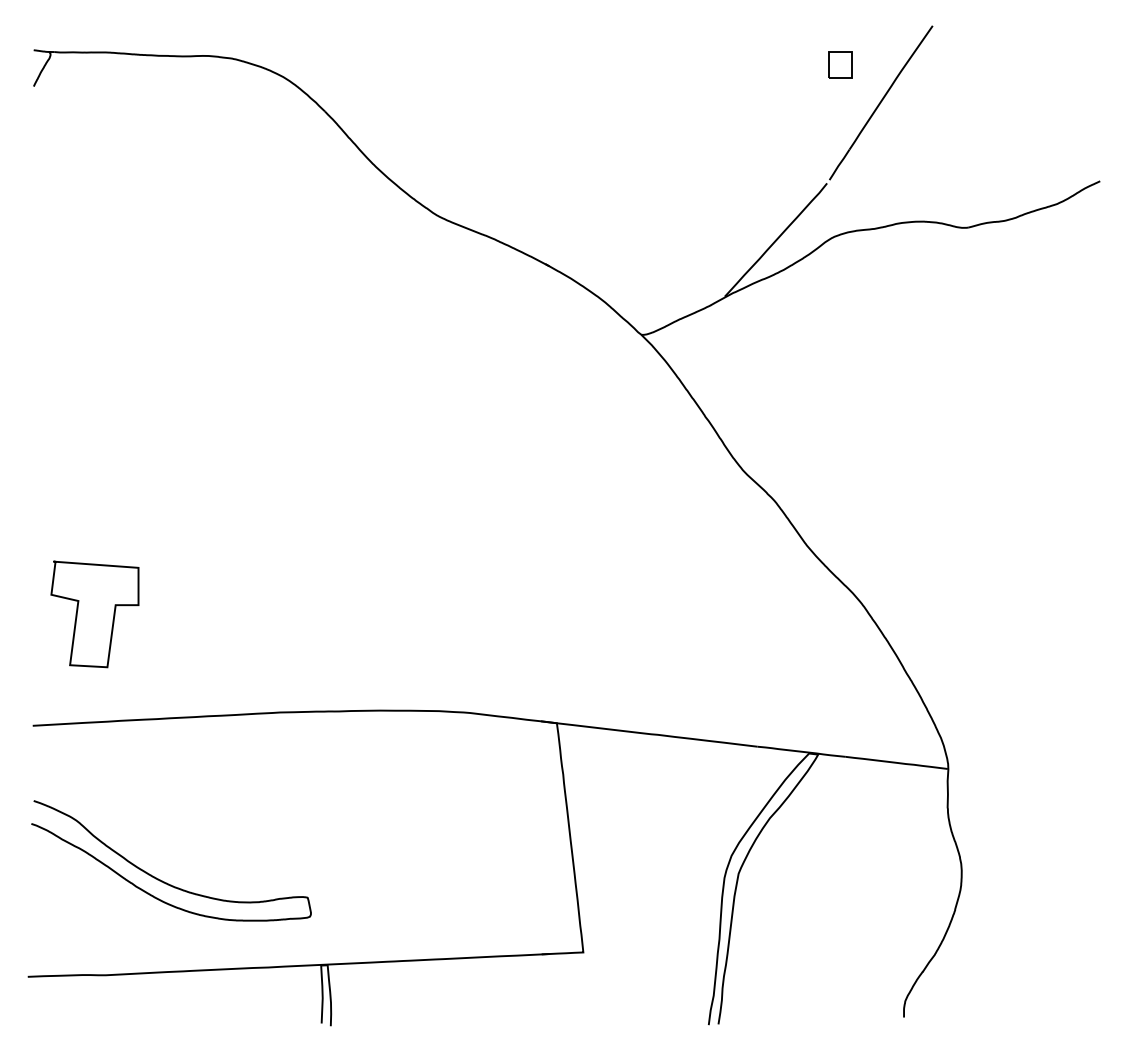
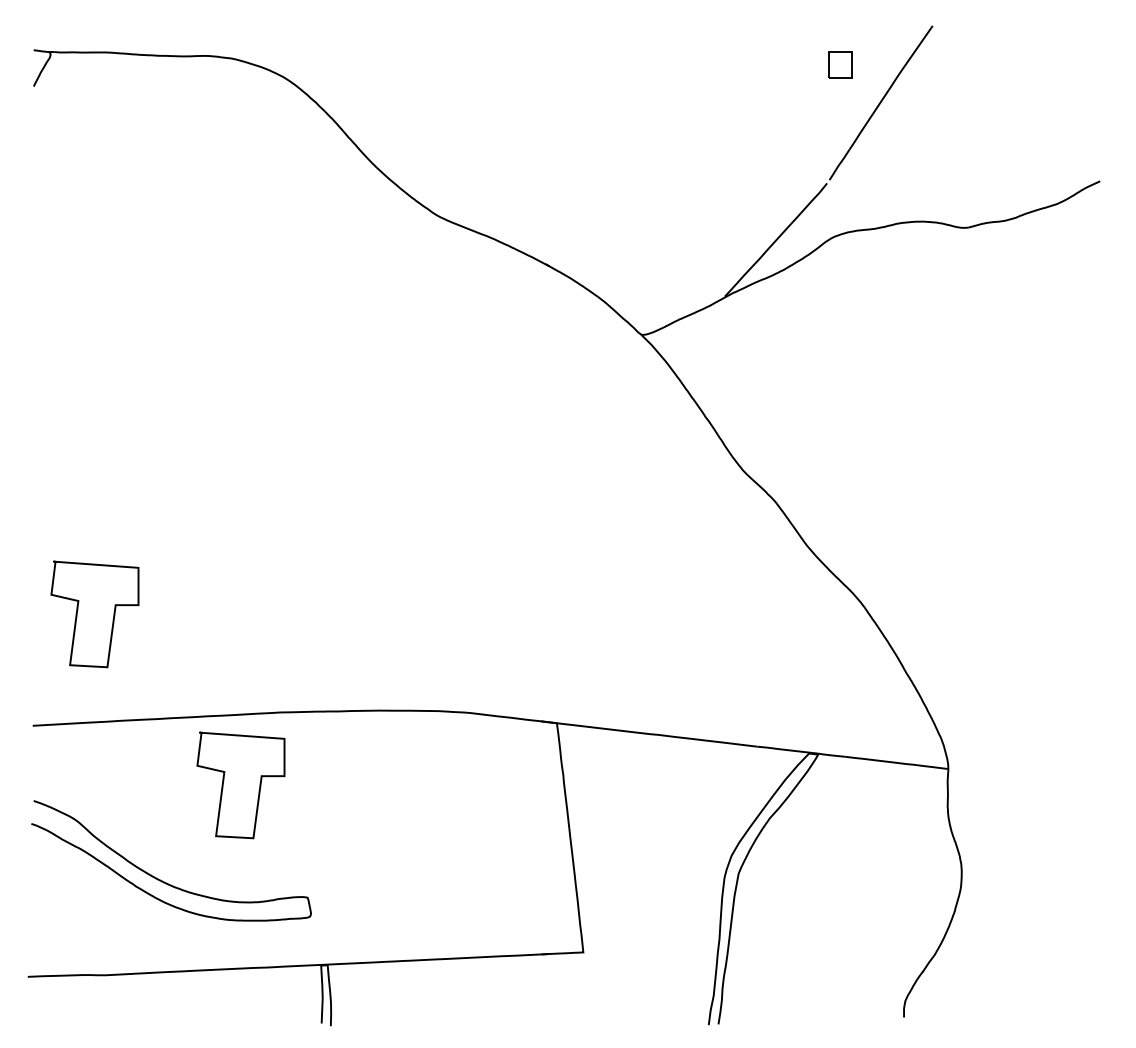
part at (240, 785): none -> present
